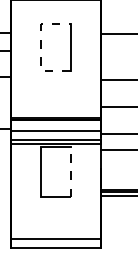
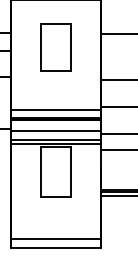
line at (41, 47): dashed -> solid
line at (55, 109): none -> present
line at (70, 171): dashed -> solid
